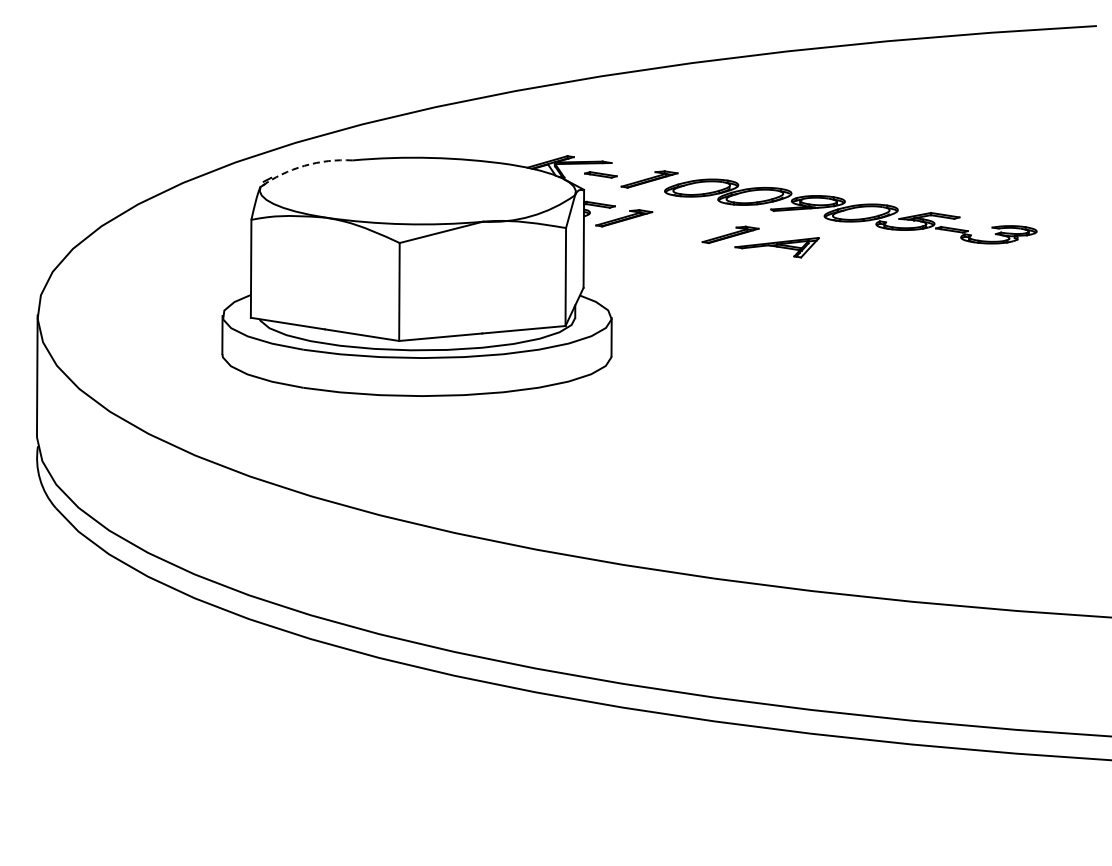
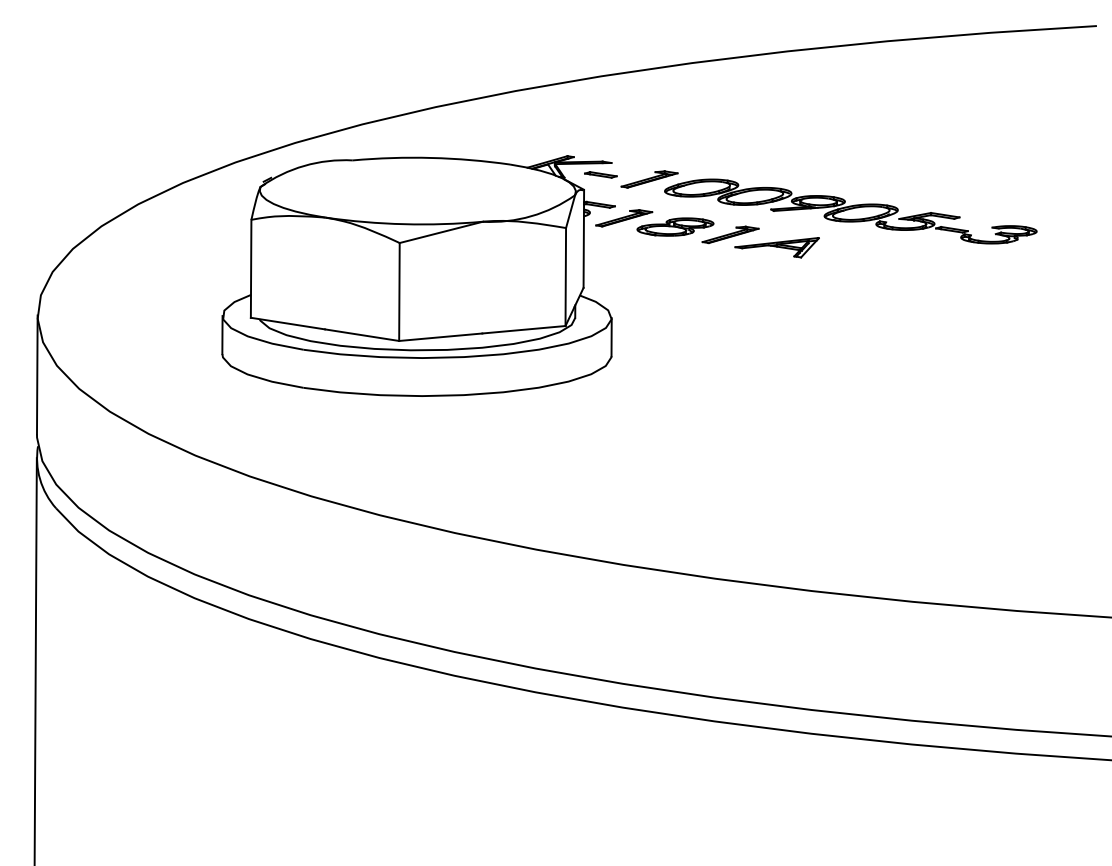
arc at (304, 165): dashed -> solid
part at (675, 226): none -> present
line at (35, 660): none -> present
